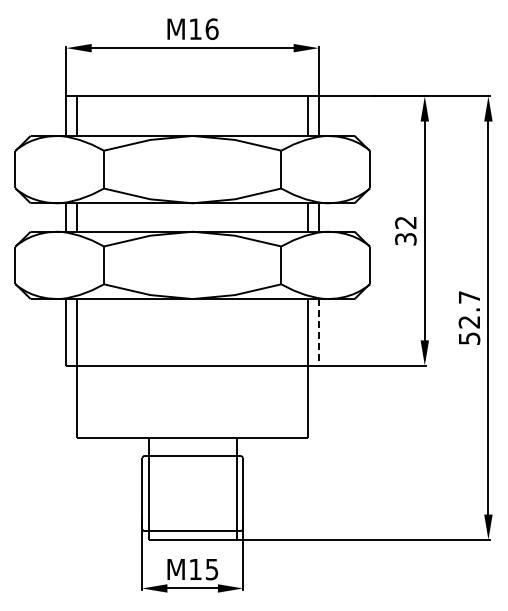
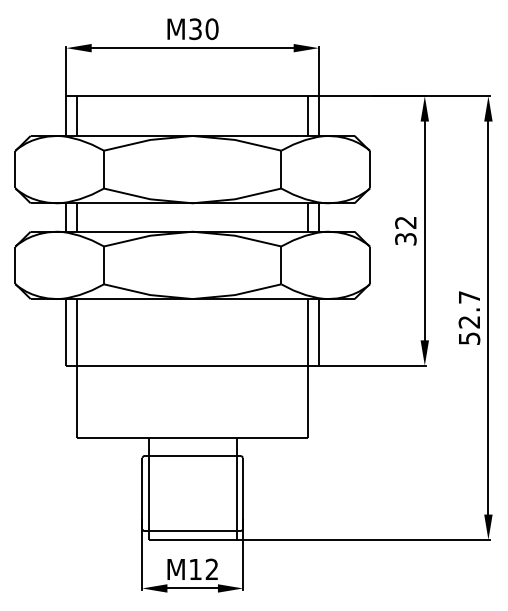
text at (203, 29): M16 -> M30
line at (318, 332): dashed -> solid
text at (211, 569): M15 -> M12
